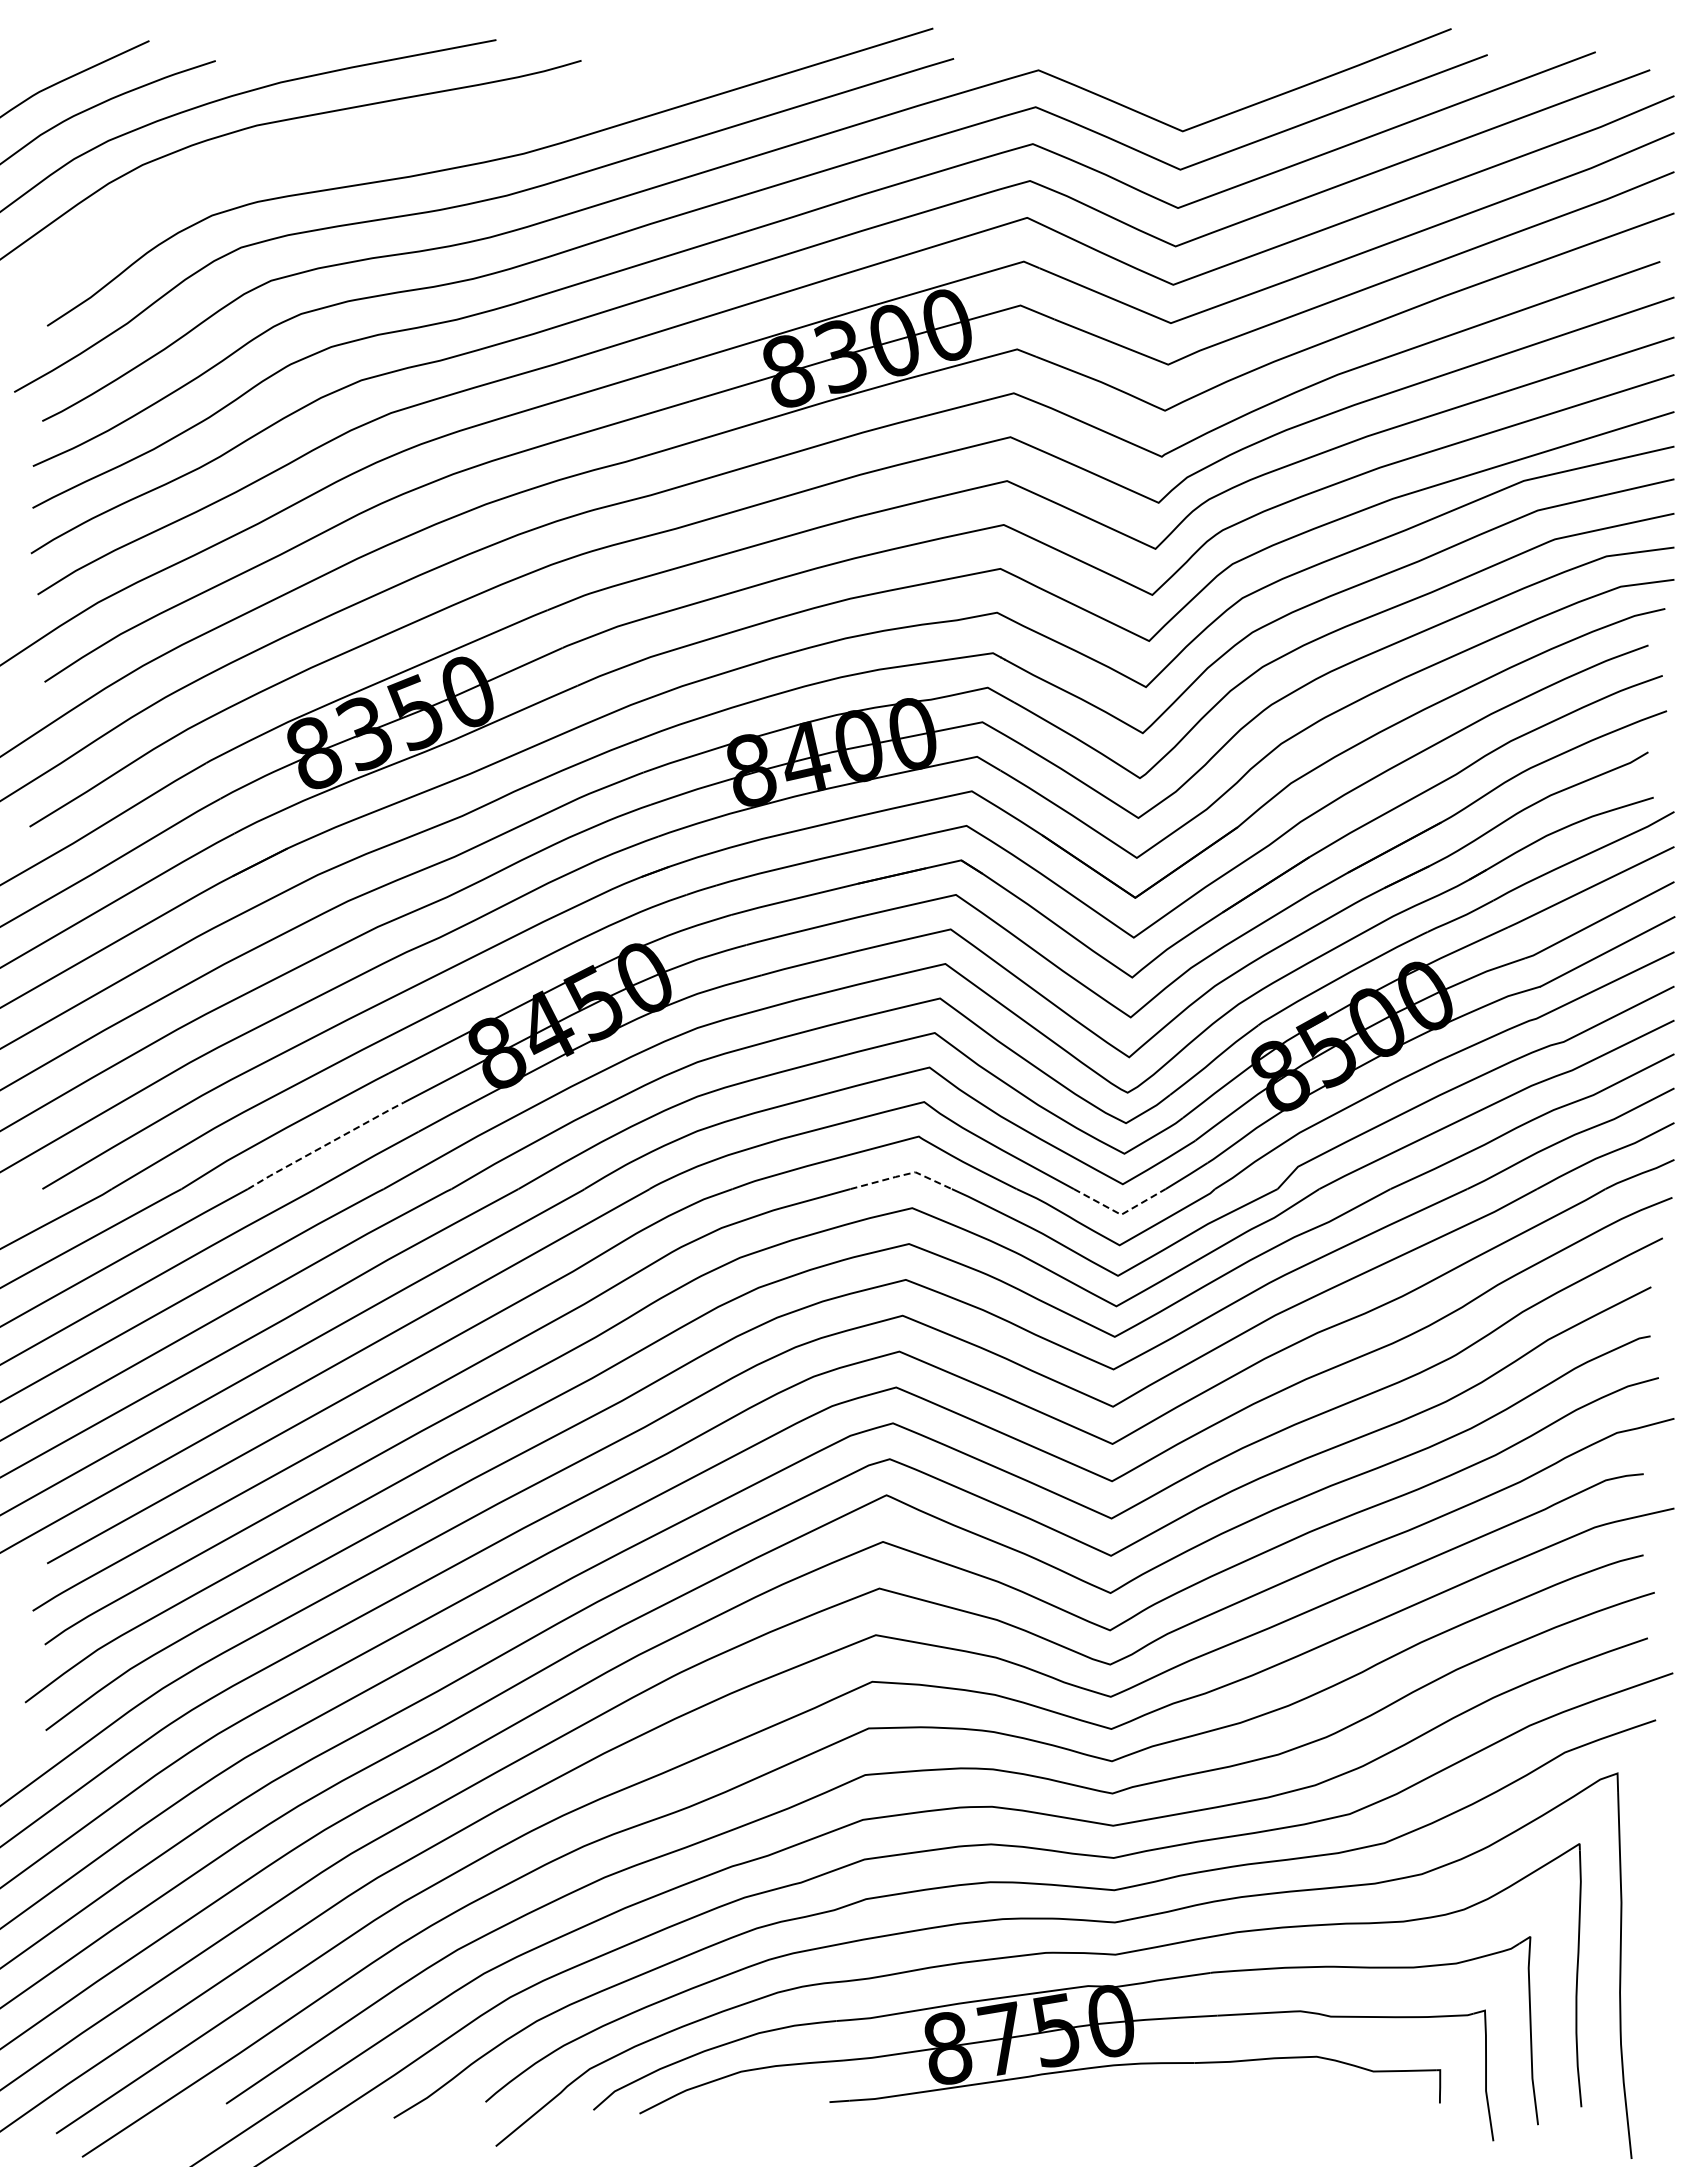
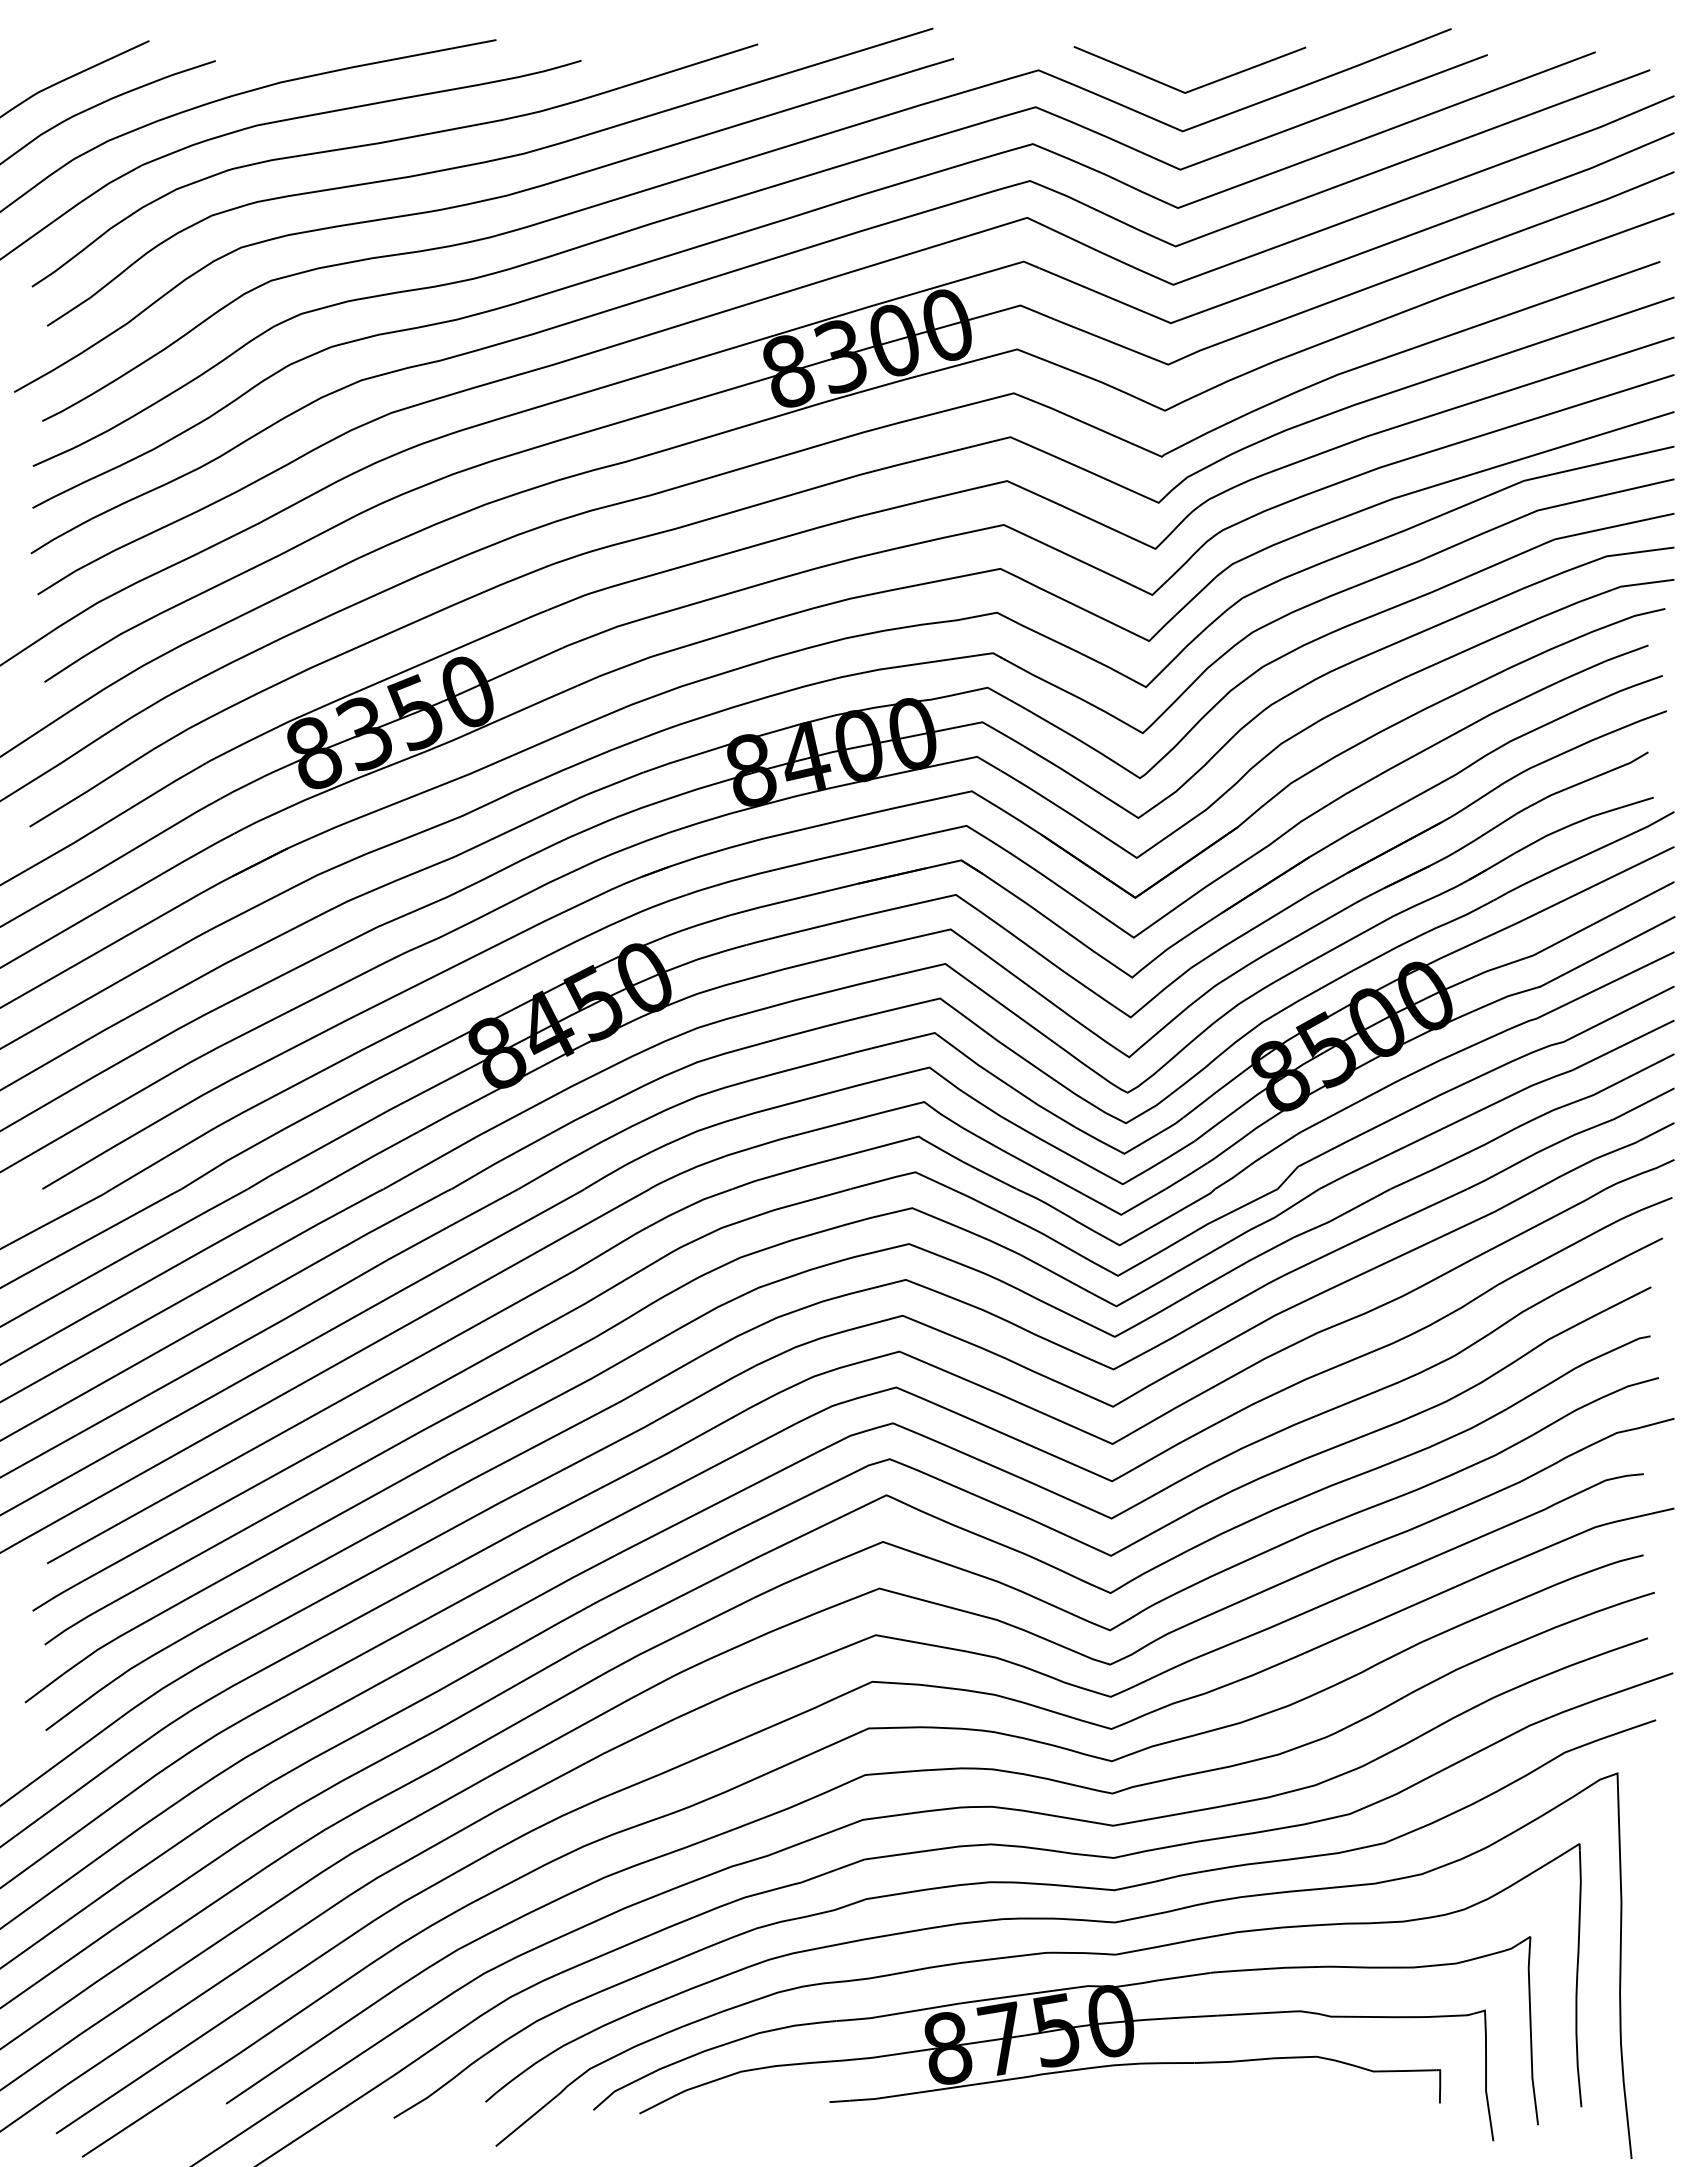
curve at (1196, 87): none -> present
curve at (389, 142): none -> present
line at (325, 1145): dashed -> solid
line at (903, 1175): dashed -> solid
line at (1121, 1214): dashed -> solid
